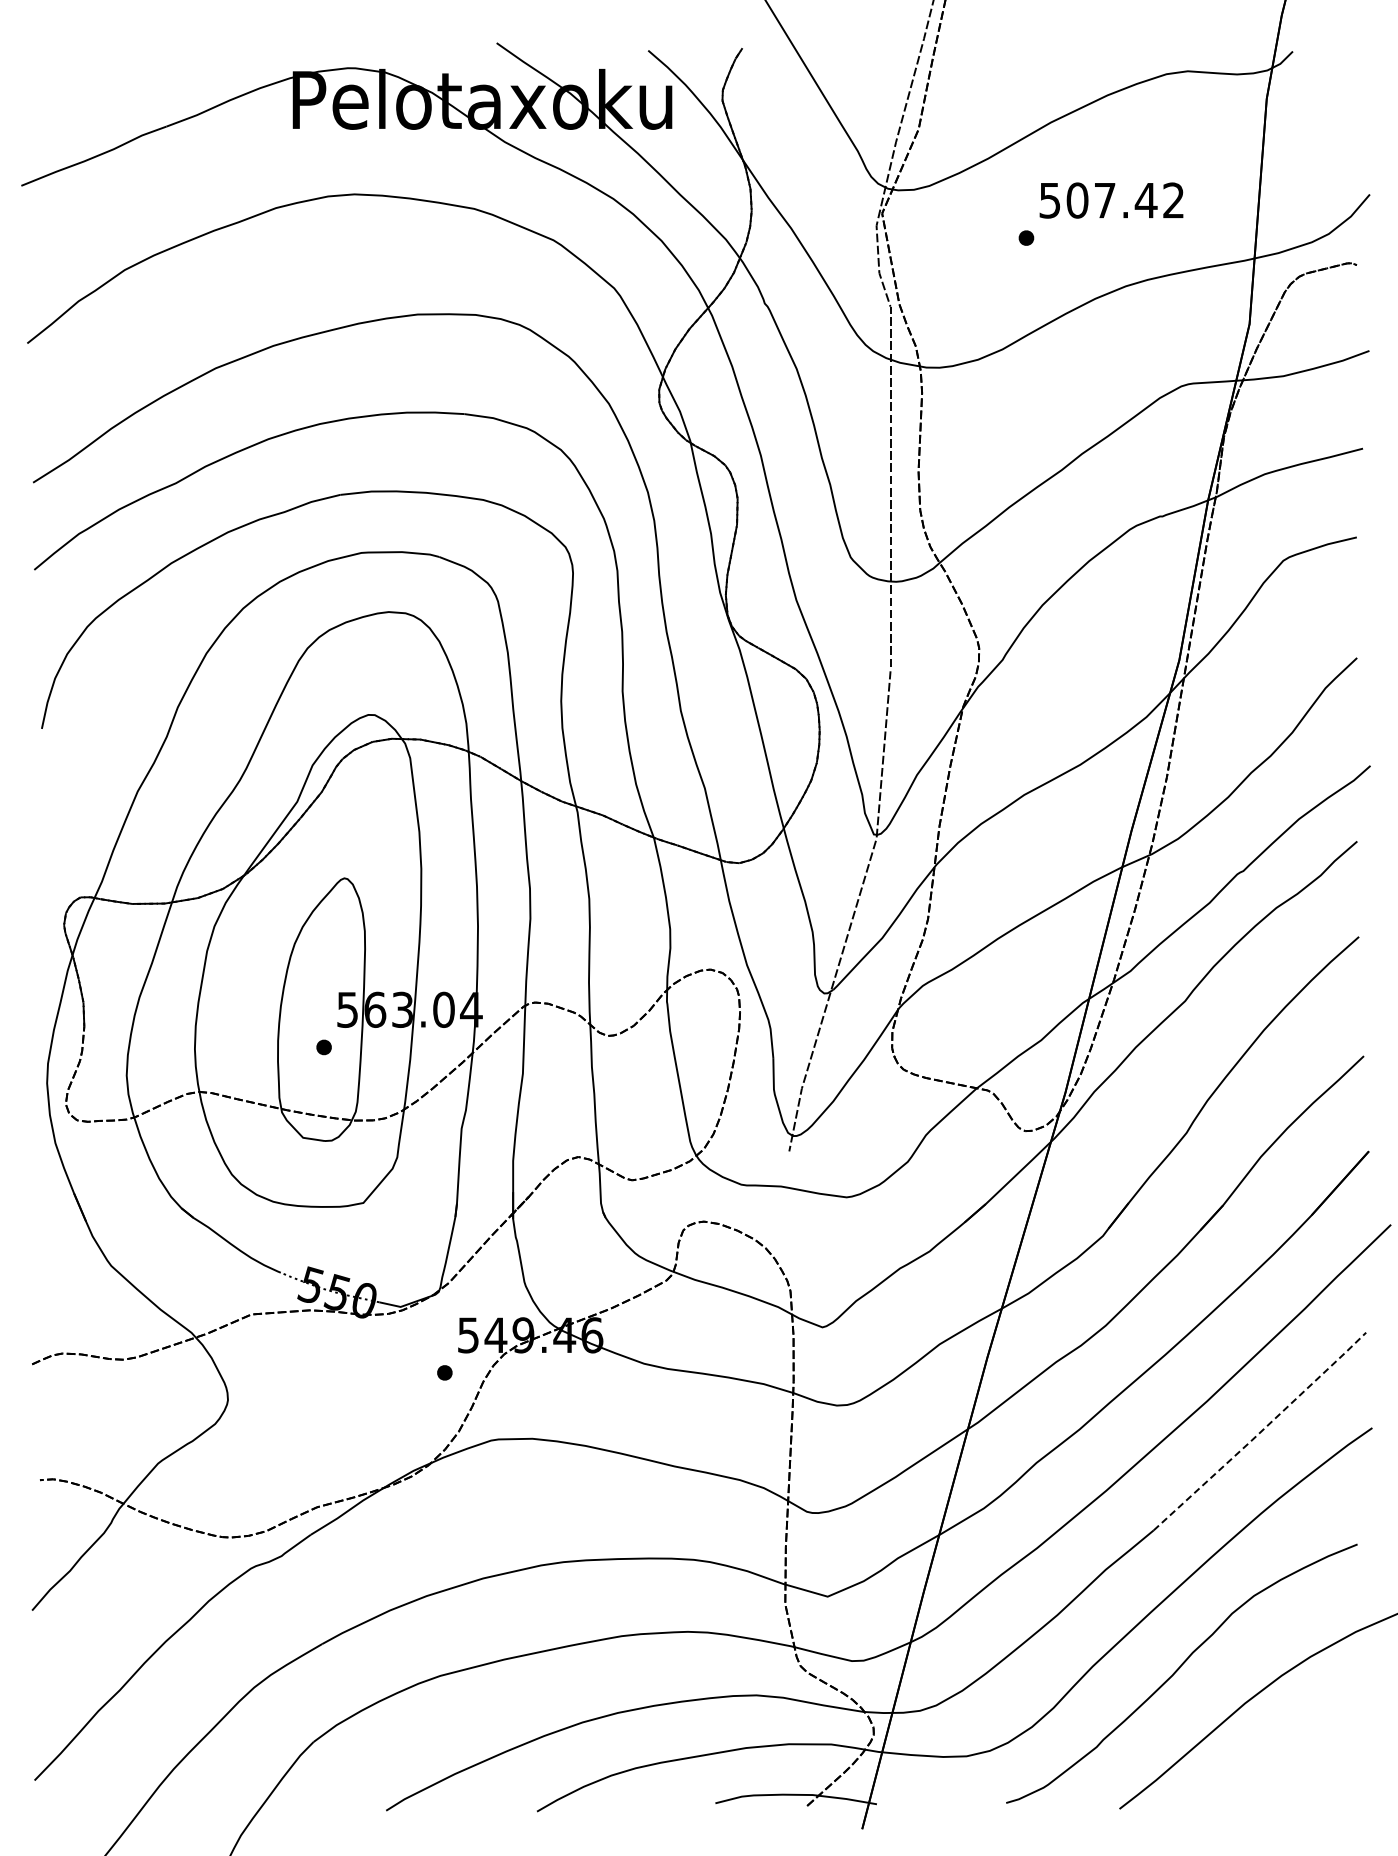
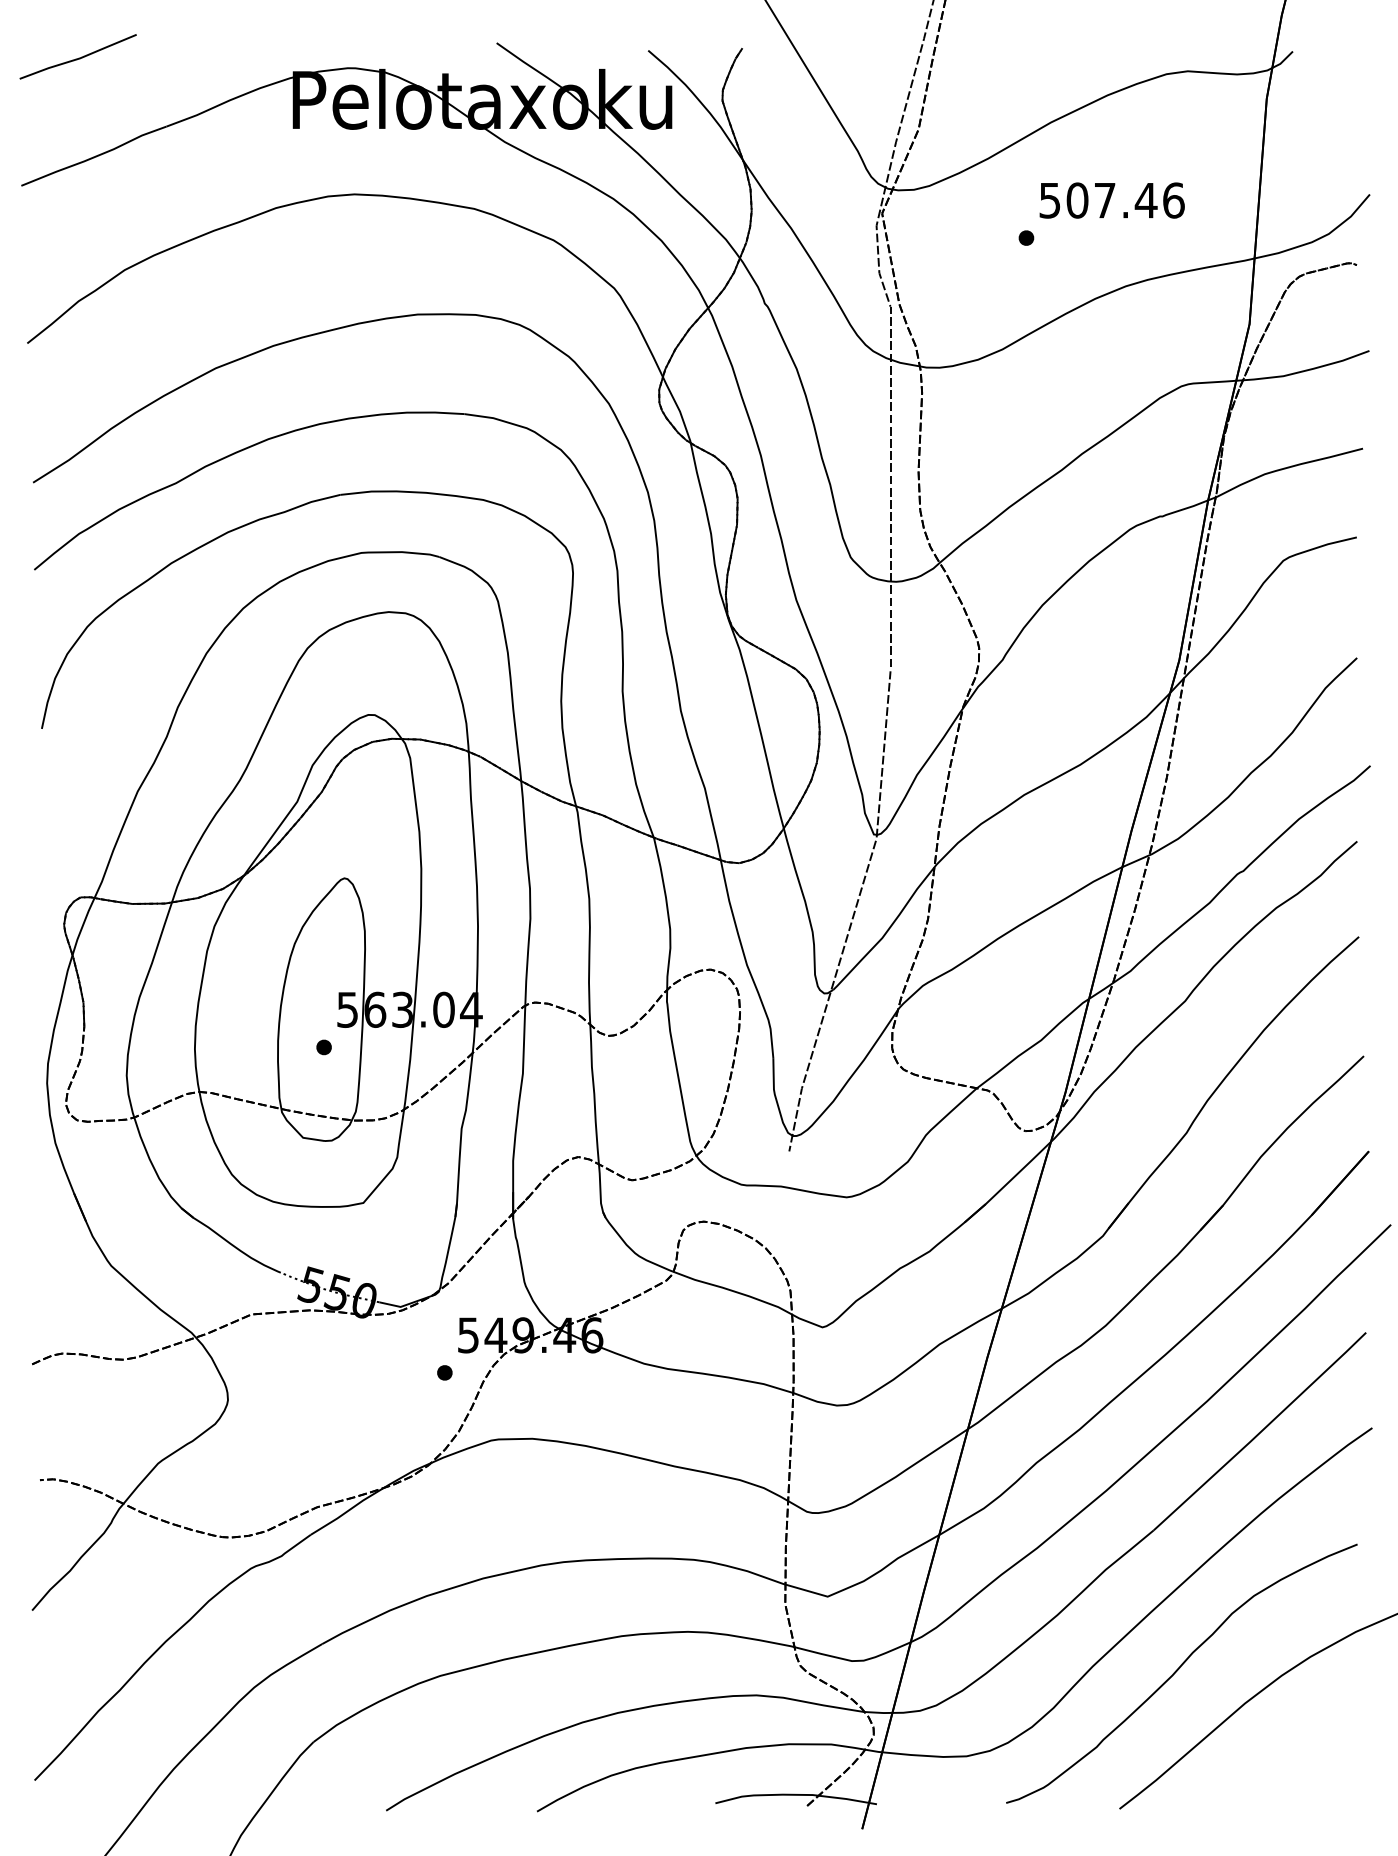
line at (78, 57): none -> present
text at (1173, 200): 507.42 -> 507.46
line at (1260, 1432): dashed -> solid
